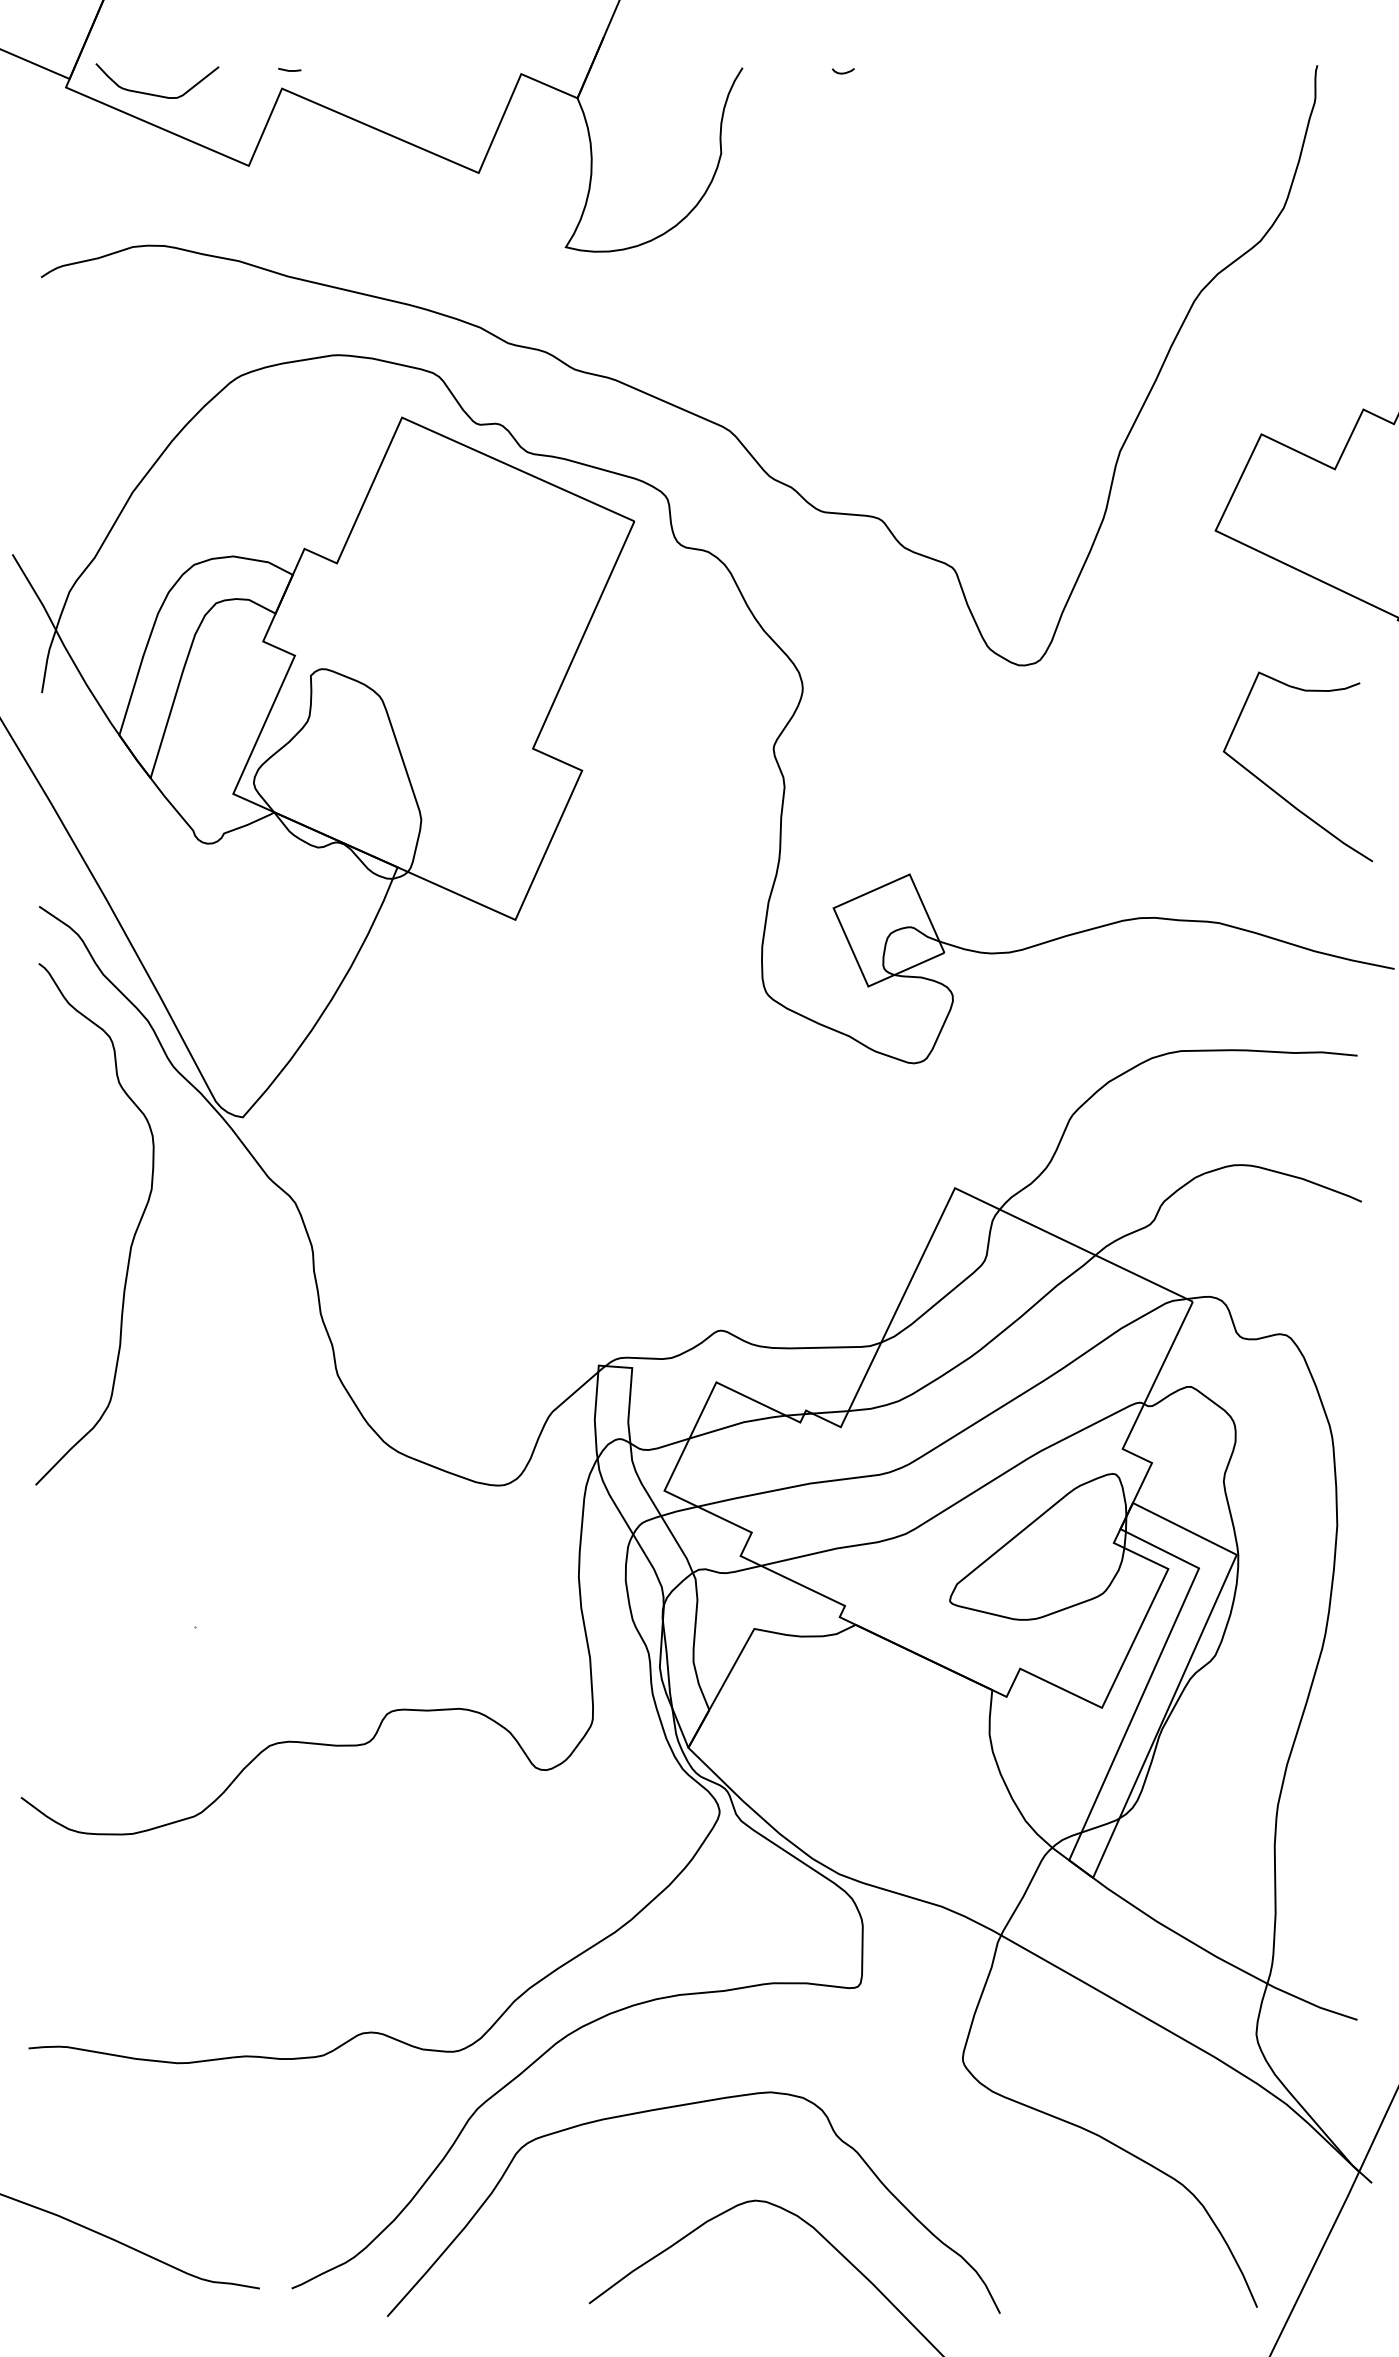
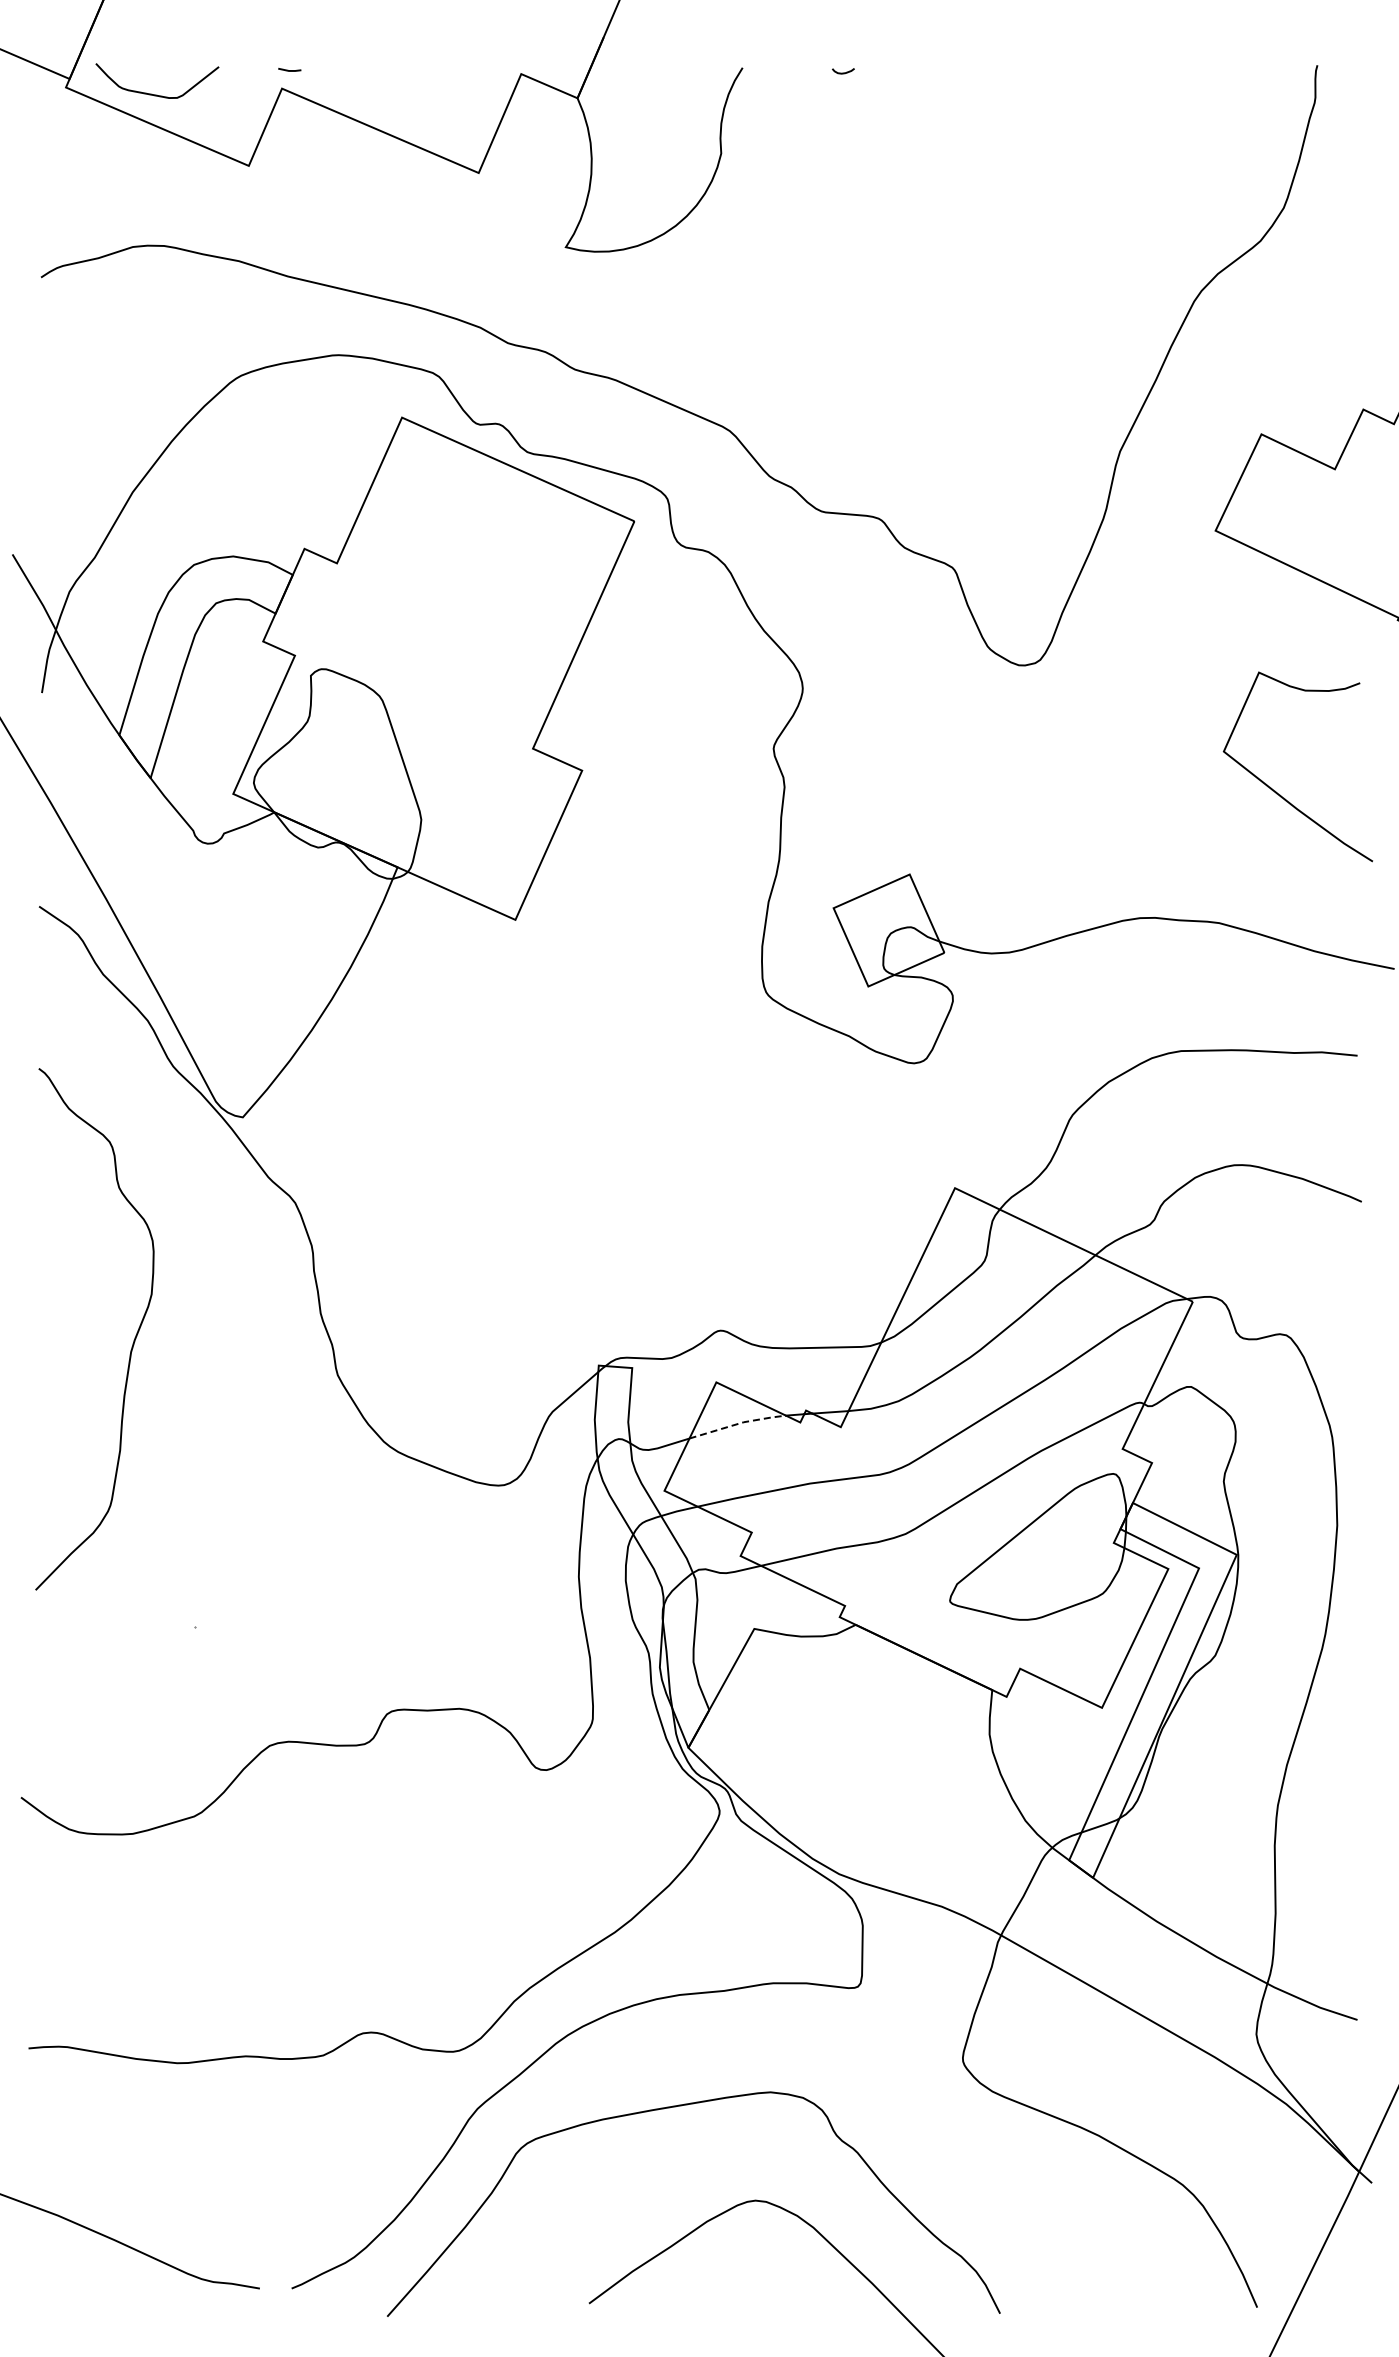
curve at (132, 1238) position: (132, 1238) -> (132, 1343)
line at (739, 1423): solid -> dashed
